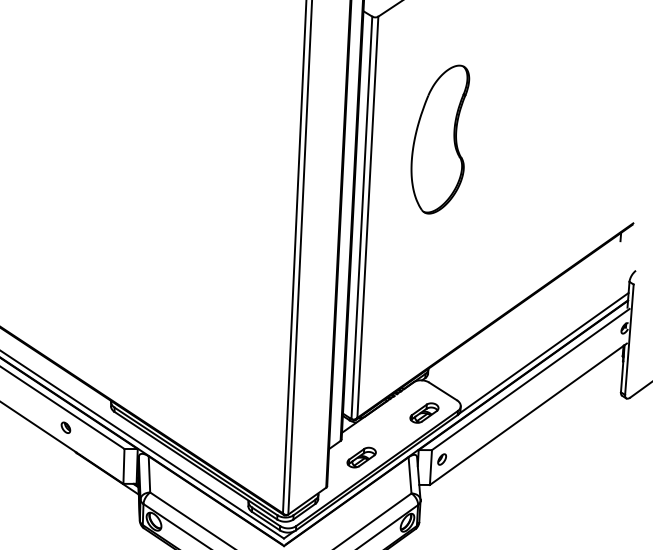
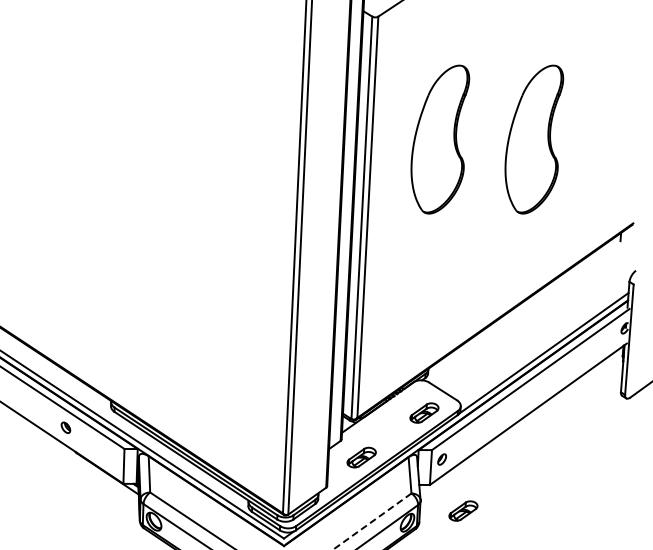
part at (534, 139): none -> present
part at (463, 510): none -> present
line at (371, 521): solid -> dashed
